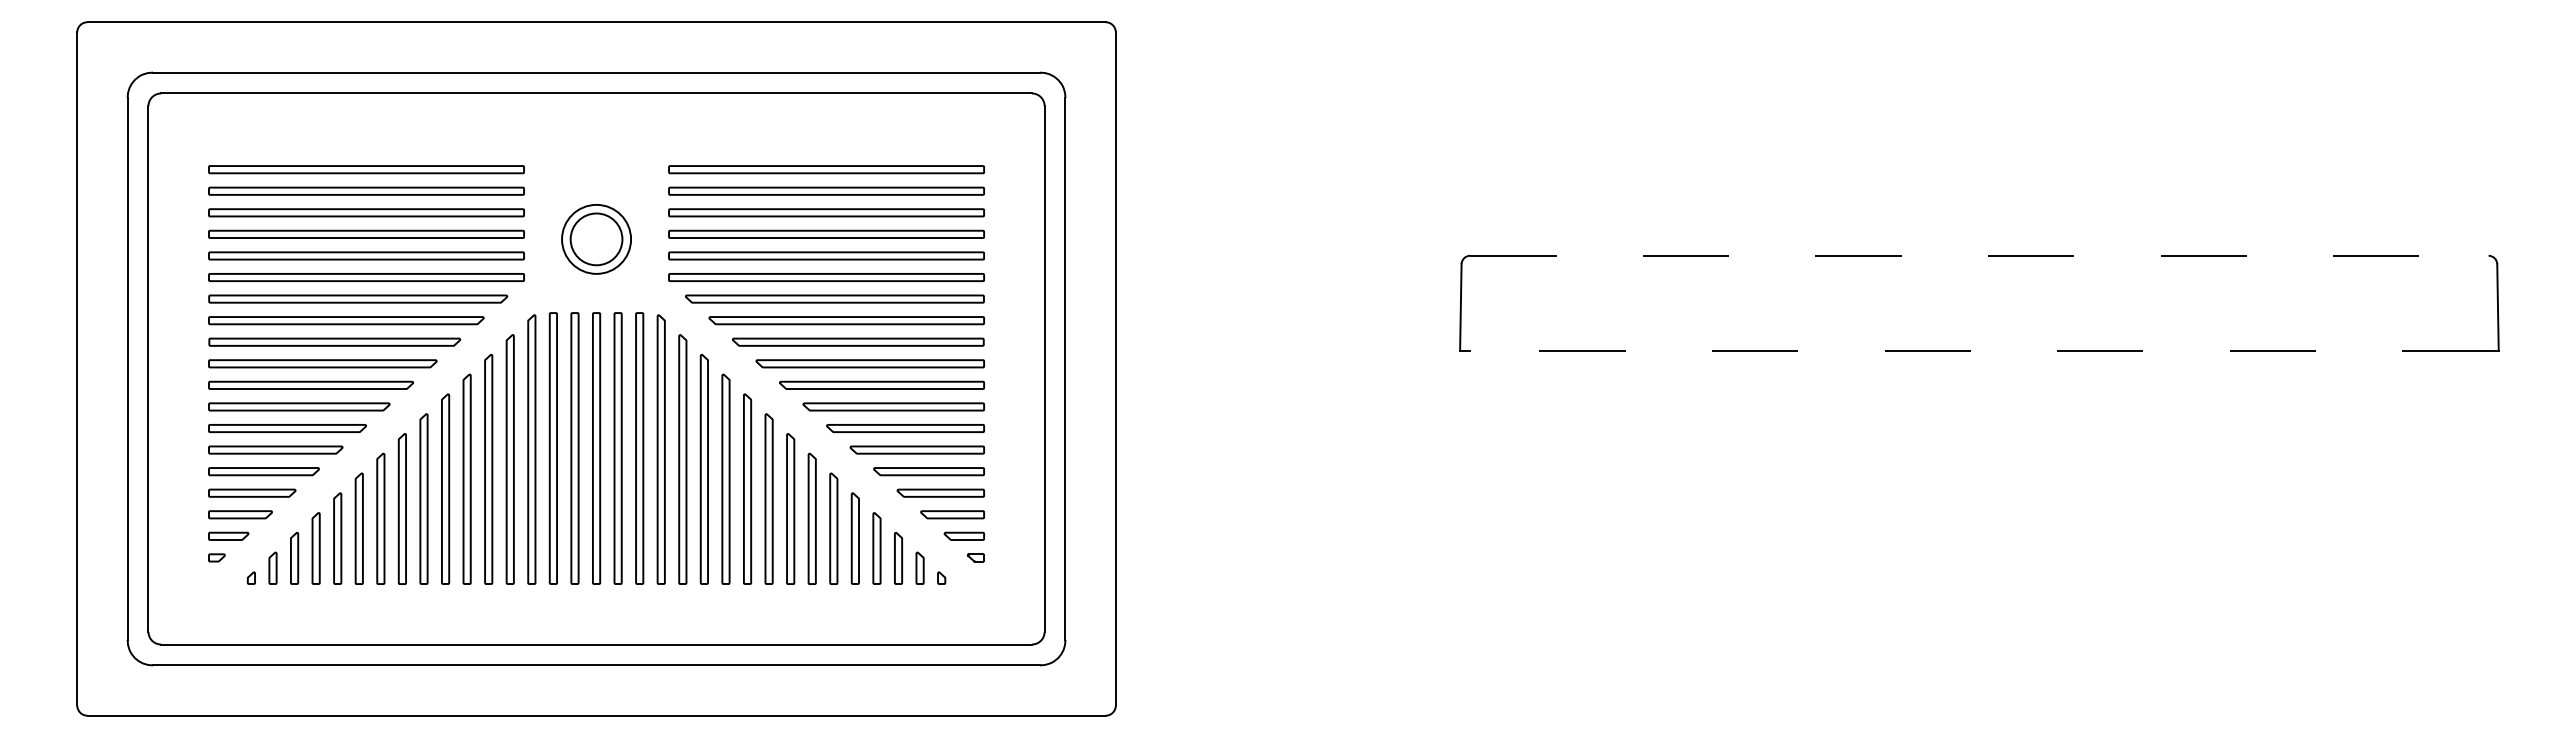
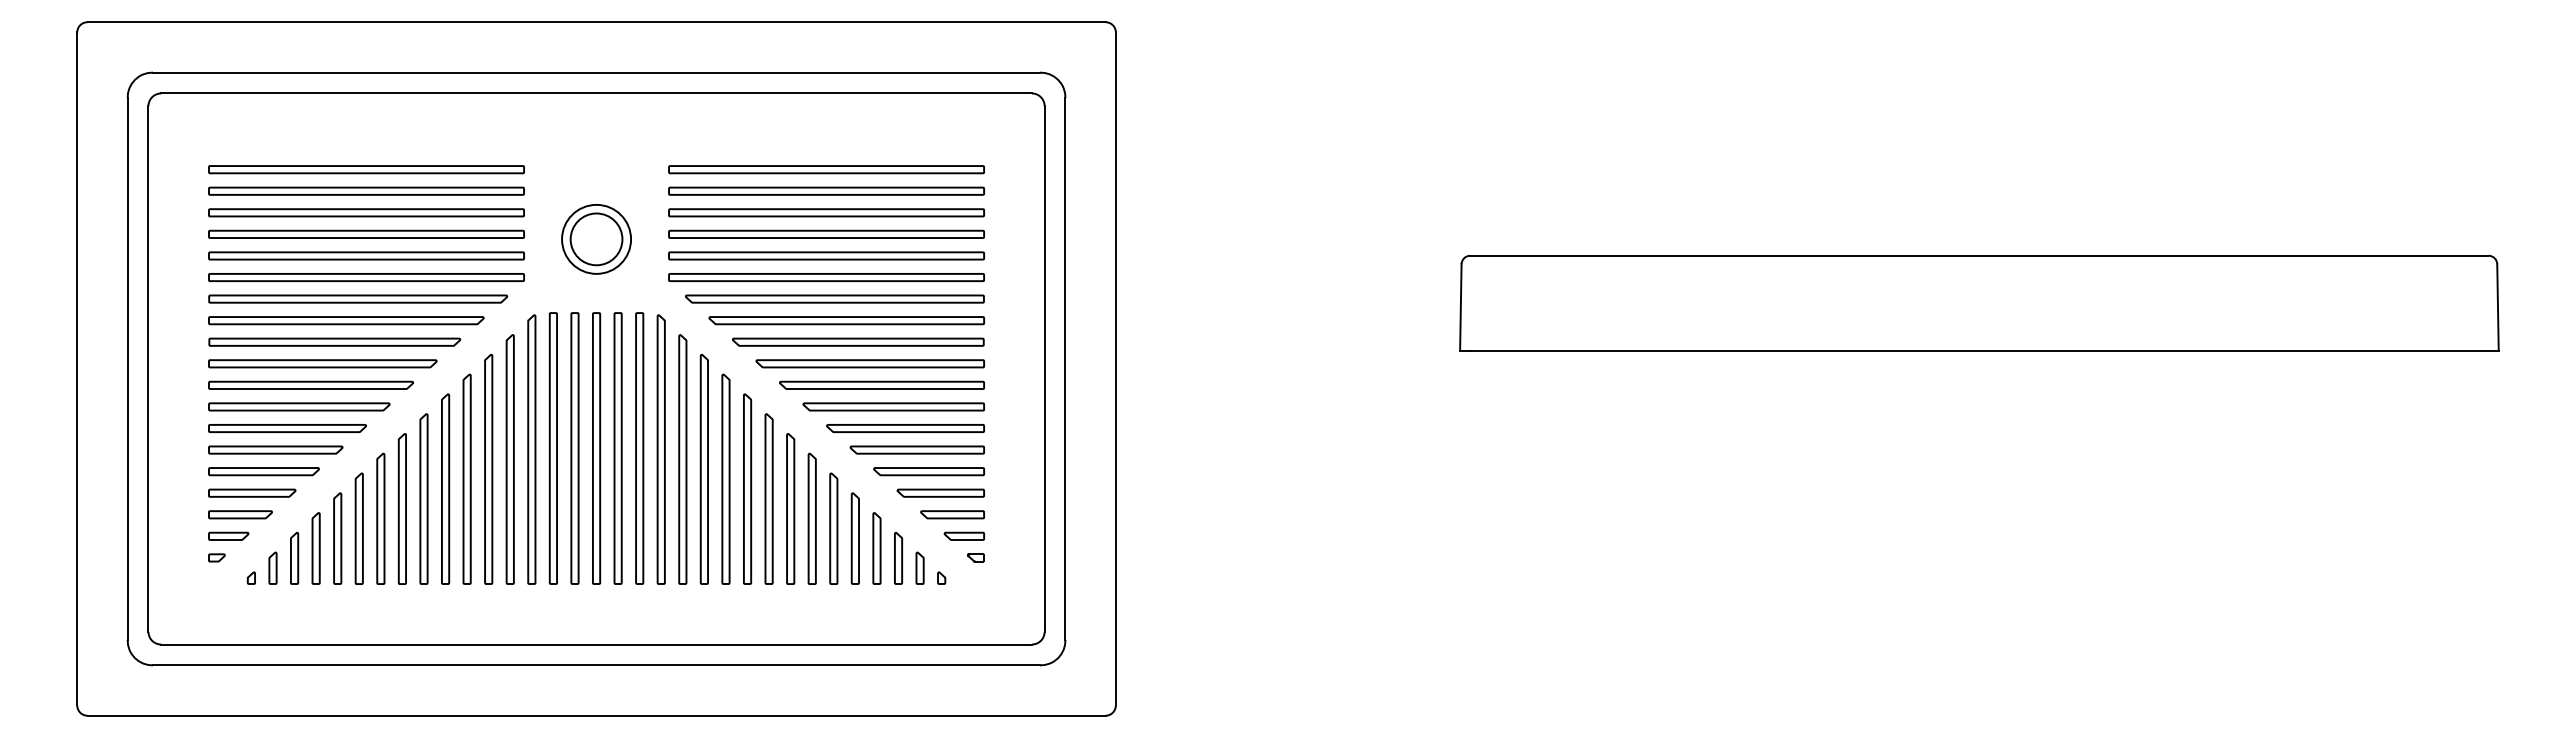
line at (1979, 255): dashed -> solid
line at (1978, 350): dashed -> solid
